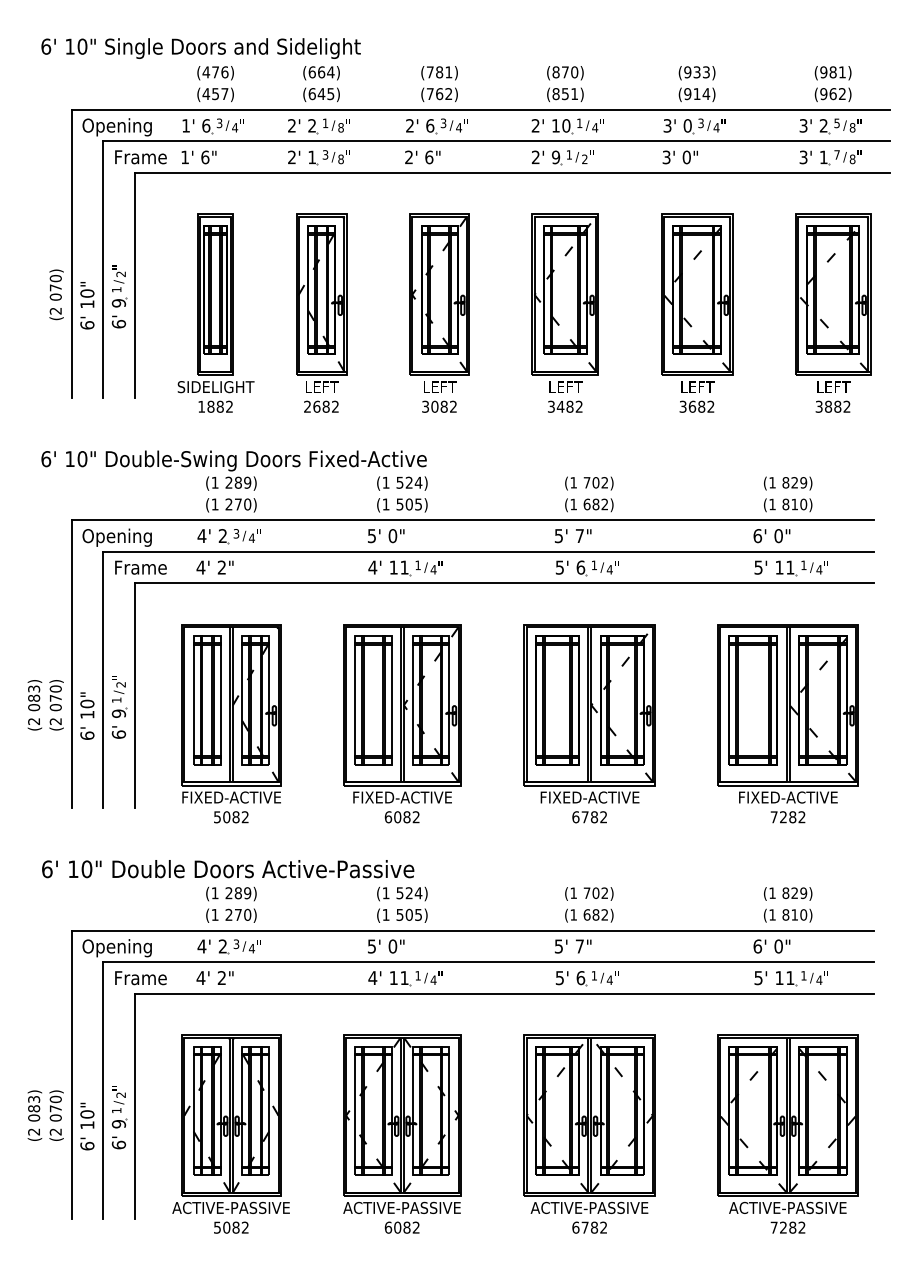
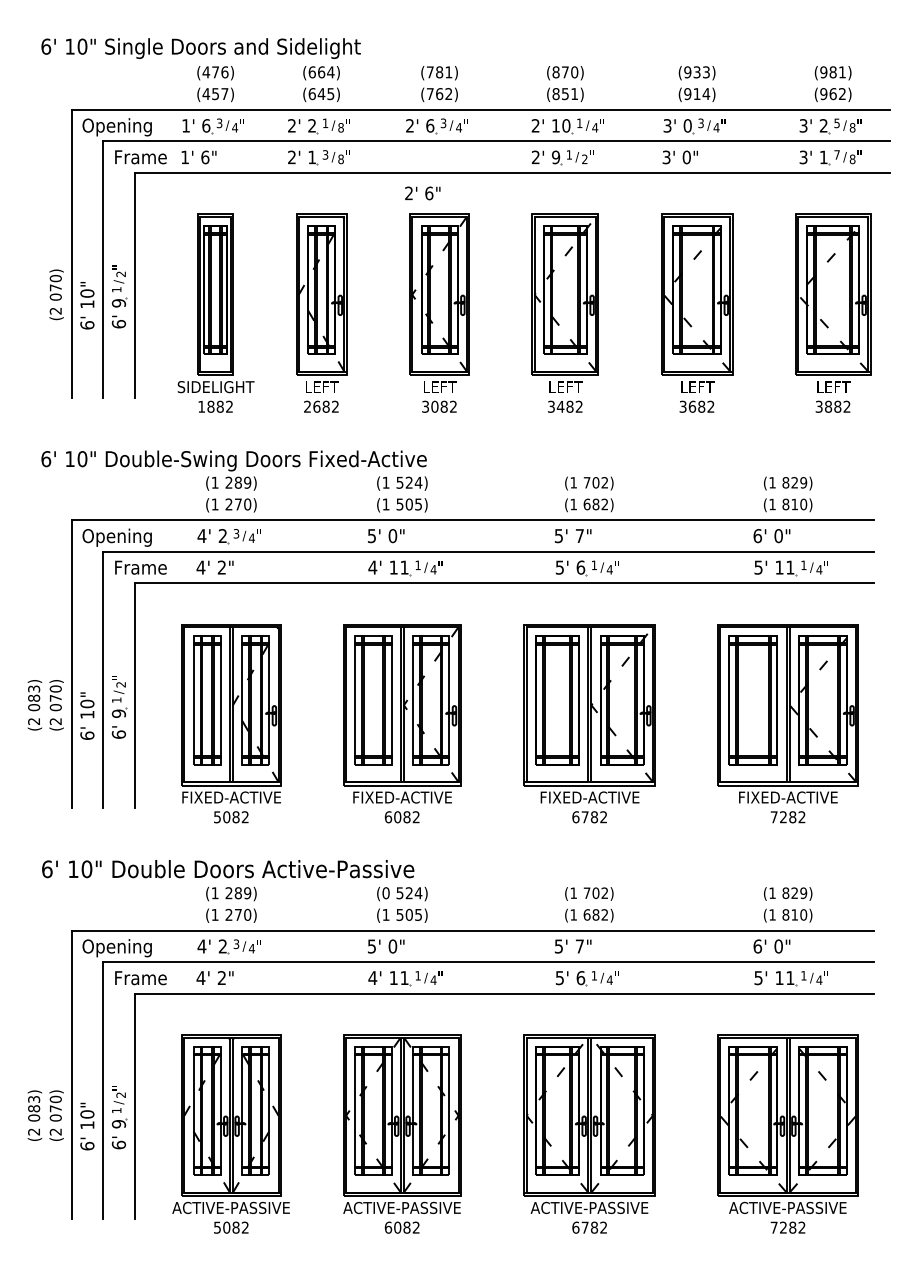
text at (422, 157) position: (422, 157) -> (422, 193)
text at (385, 893): (1 -> (0
